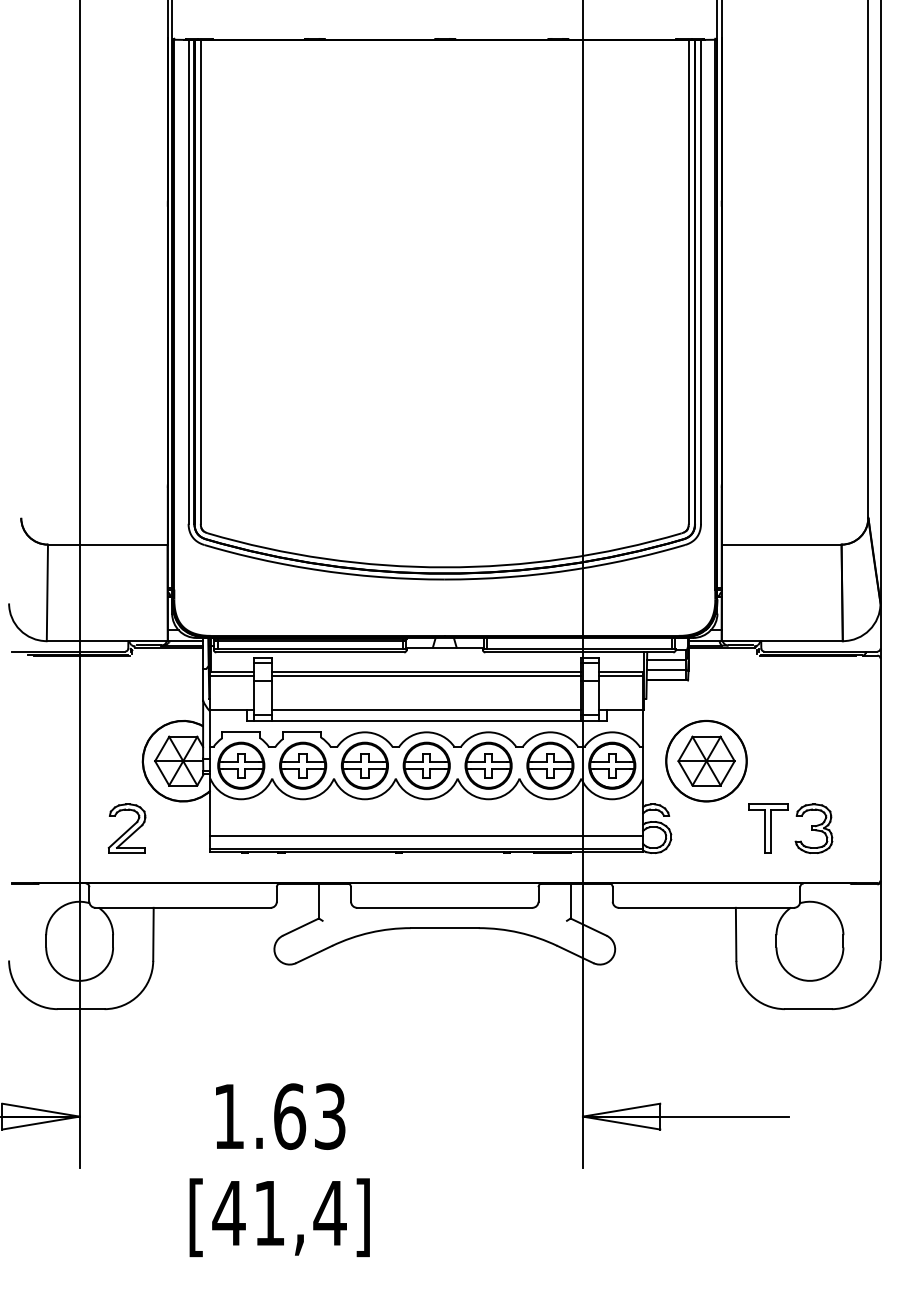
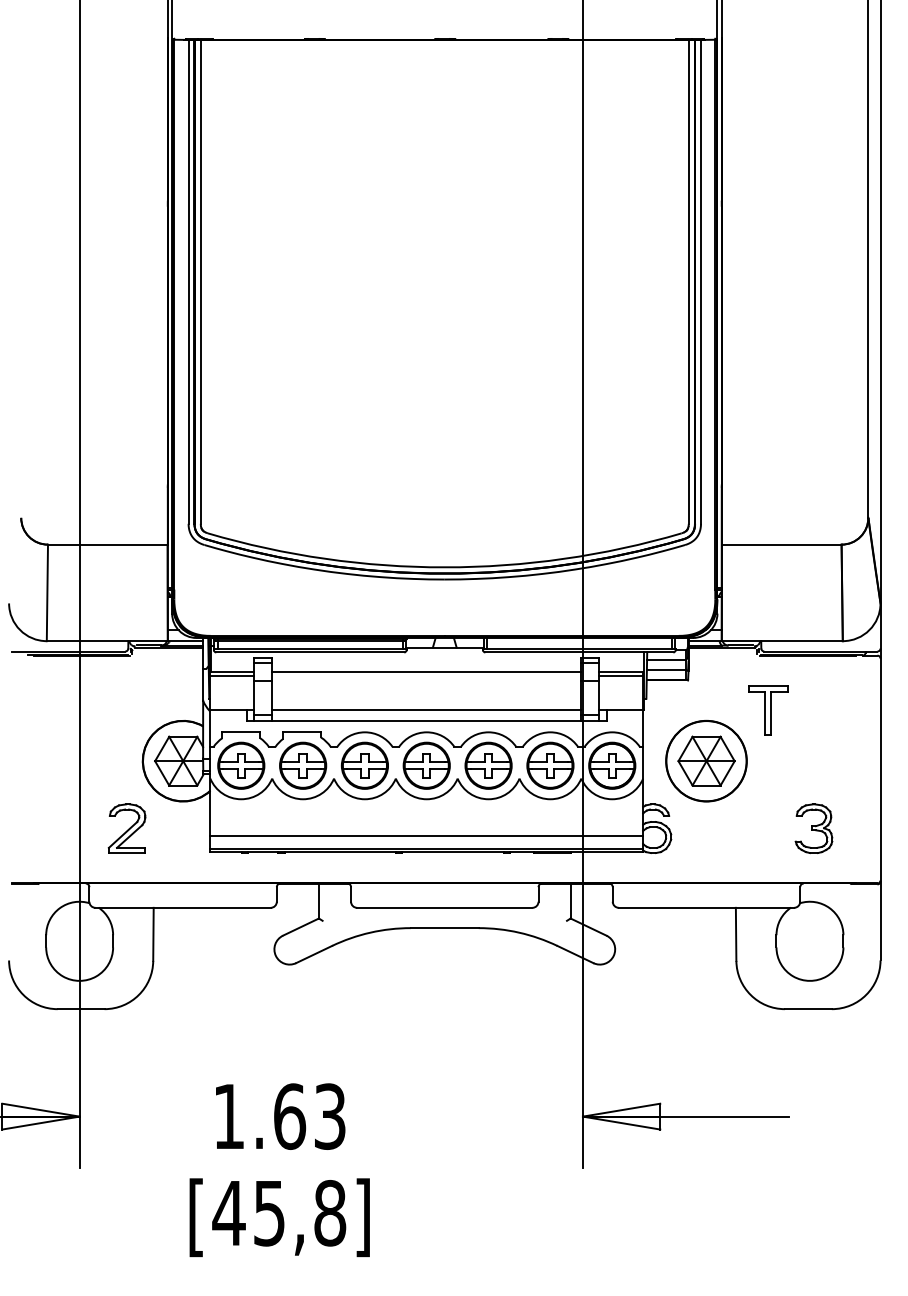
line at (426, 675): present -> none
part at (768, 828) position: (768, 828) -> (768, 710)
text at (300, 1213): [41,4] -> [45,8]
